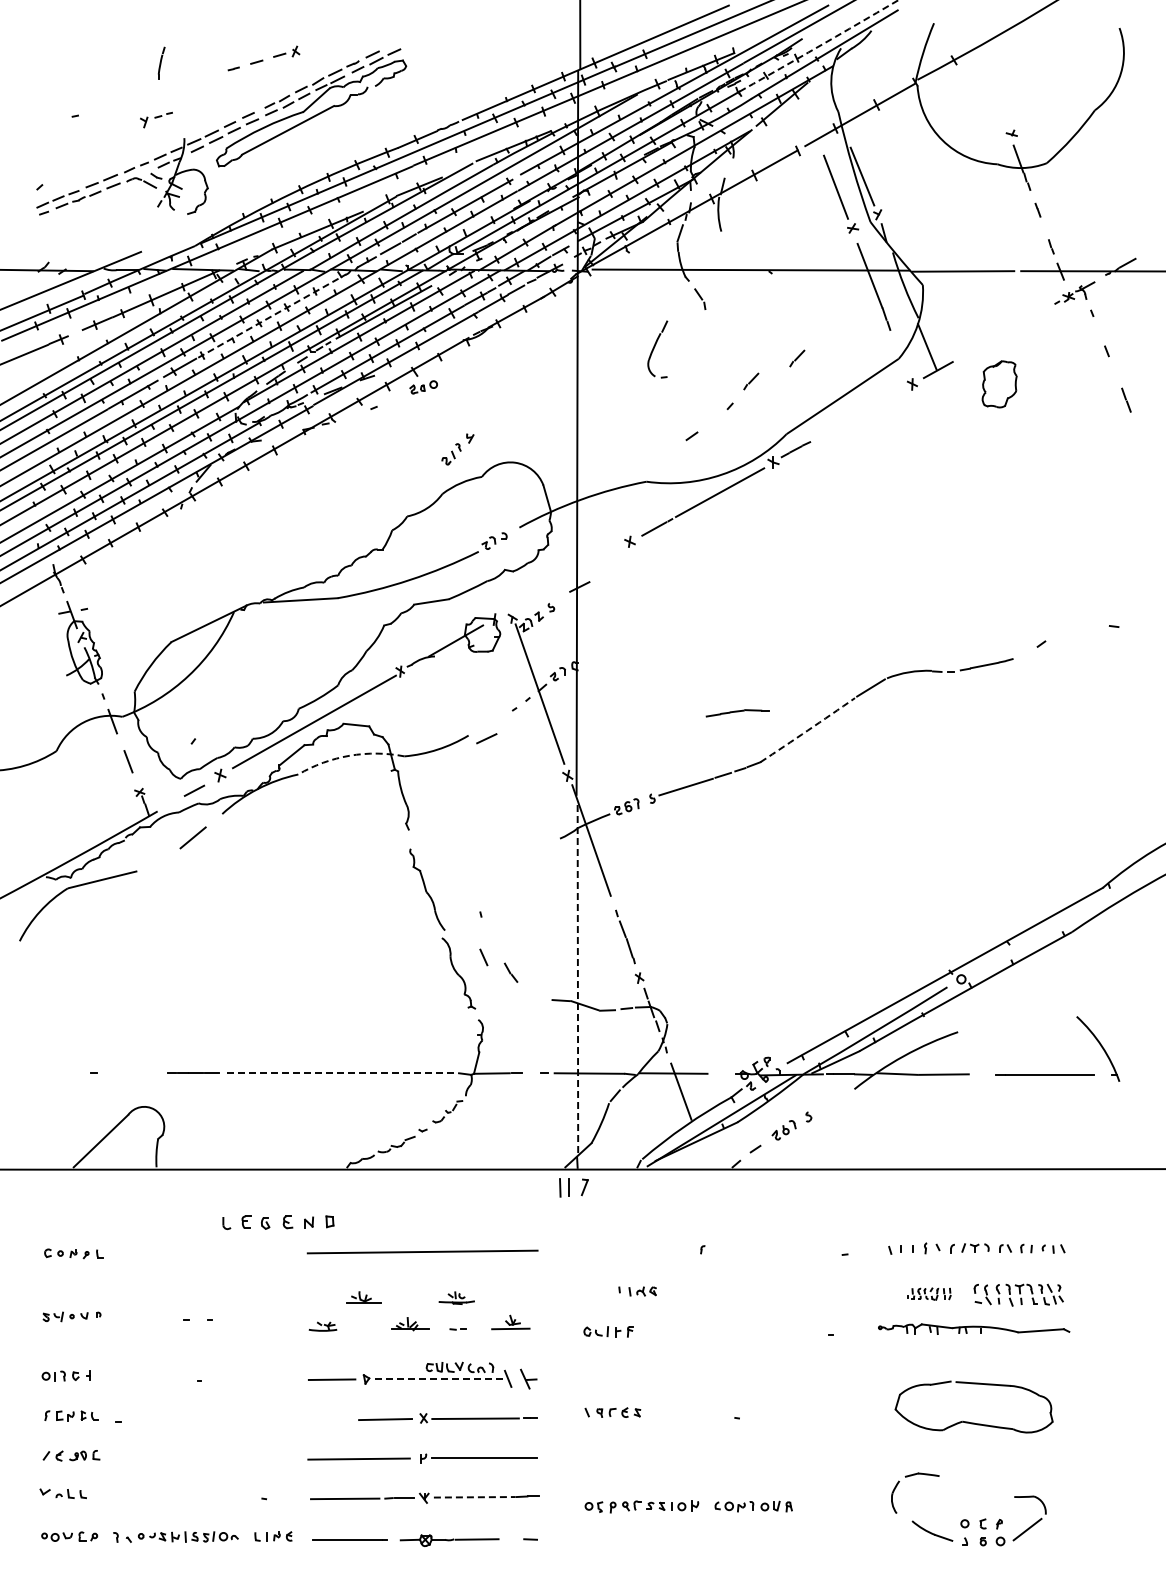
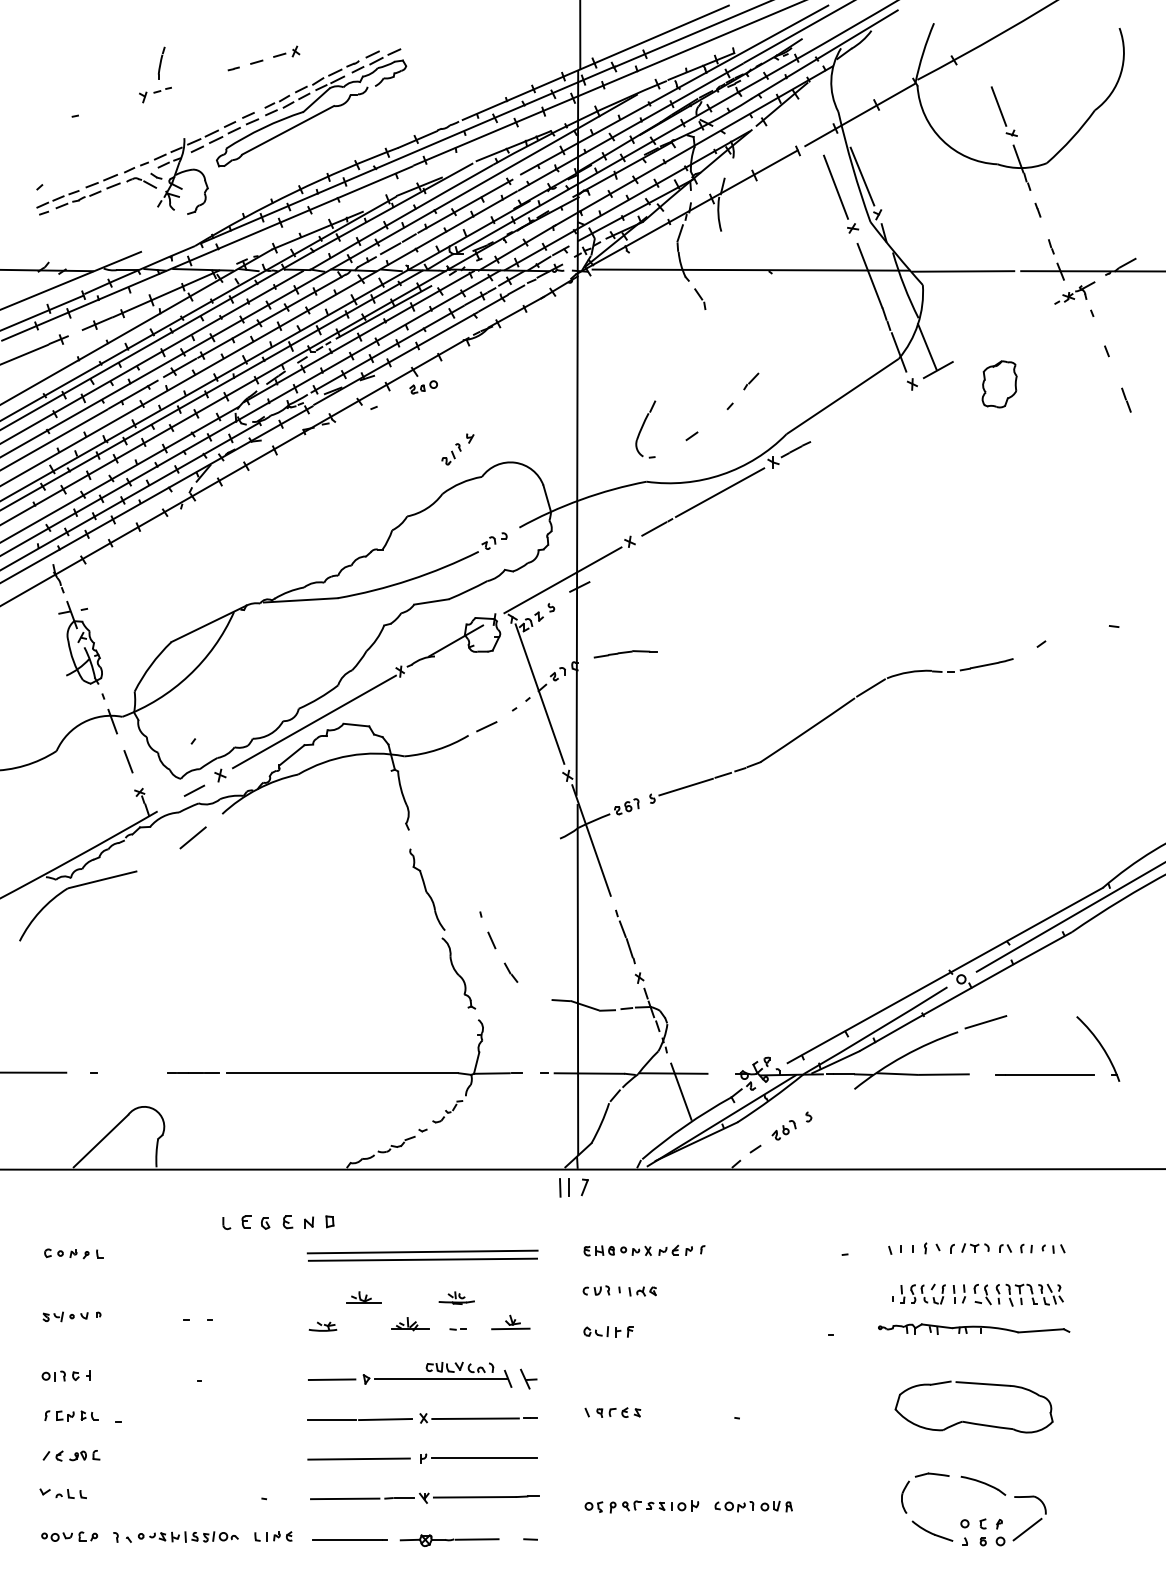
arc at (819, 46): dashed -> solid
line at (998, 106): none -> present
part at (156, 119) position: (156, 119) -> (155, 94)
line at (270, 317): dashed -> solid
part at (657, 349) position: (657, 349) -> (645, 429)
line at (898, 352): none -> present
line at (797, 358): present -> none
line at (562, 580): none -> present
part at (737, 713) position: (737, 713) -> (625, 654)
arc at (807, 730): dashed -> solid
line at (486, 738) position: (486, 738) -> (486, 726)
arc at (349, 755): dashed -> solid
line at (1069, 917): none -> present
line at (483, 957) position: (483, 957) -> (491, 940)
line at (577, 980): dashed -> solid
line at (985, 1022): none -> present
line at (34, 1072): none -> present
line at (343, 1073): dashed -> solid
part at (637, 1250): none -> present
line at (422, 1259): none -> present
part at (596, 1290): none -> present
part at (929, 1293) size: 45x14 px -> 74x22 px
line at (440, 1379): dashed -> solid
line at (331, 1420): none -> present
part at (911, 1476) position: (911, 1476) -> (921, 1476)
part at (983, 1485): none -> present
line at (474, 1497): dashed -> solid
